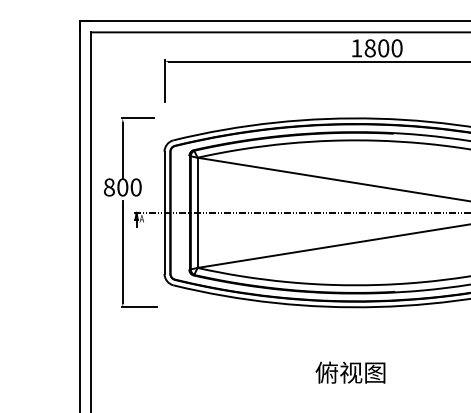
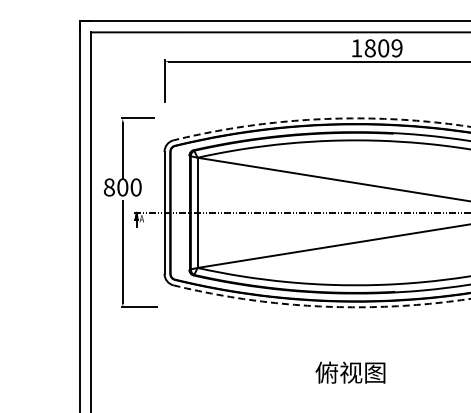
text at (396, 48): 1800 -> 1809
arc at (321, 119): solid -> dashed
arc at (322, 306): solid -> dashed
